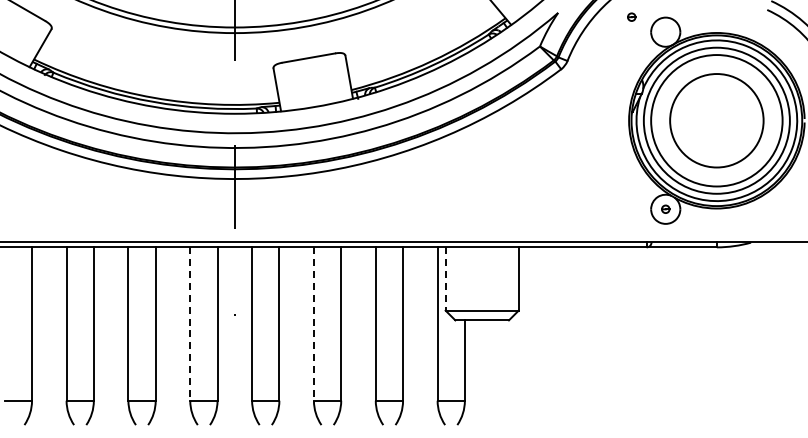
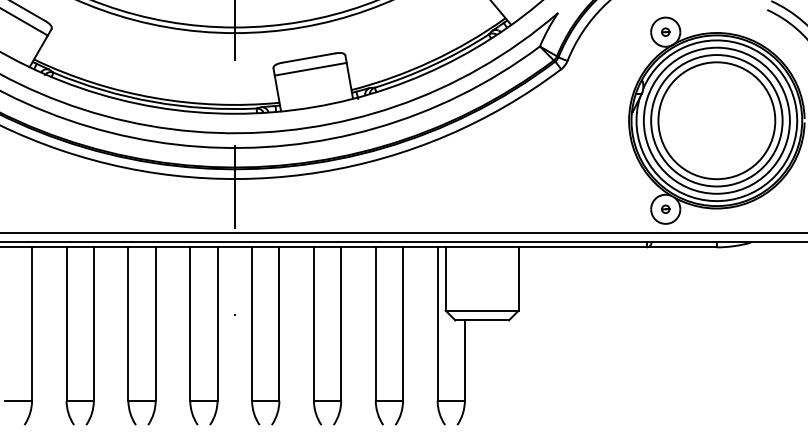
part at (631, 16) position: (631, 16) -> (665, 31)
line at (24, 22): none -> present
line at (310, 68): none -> present
circle at (716, 120) diameter: 93 px -> 117 px
line at (403, 232): none -> present
line at (445, 279): dashed -> solid
line at (190, 324): dashed -> solid
line at (313, 324): dashed -> solid
